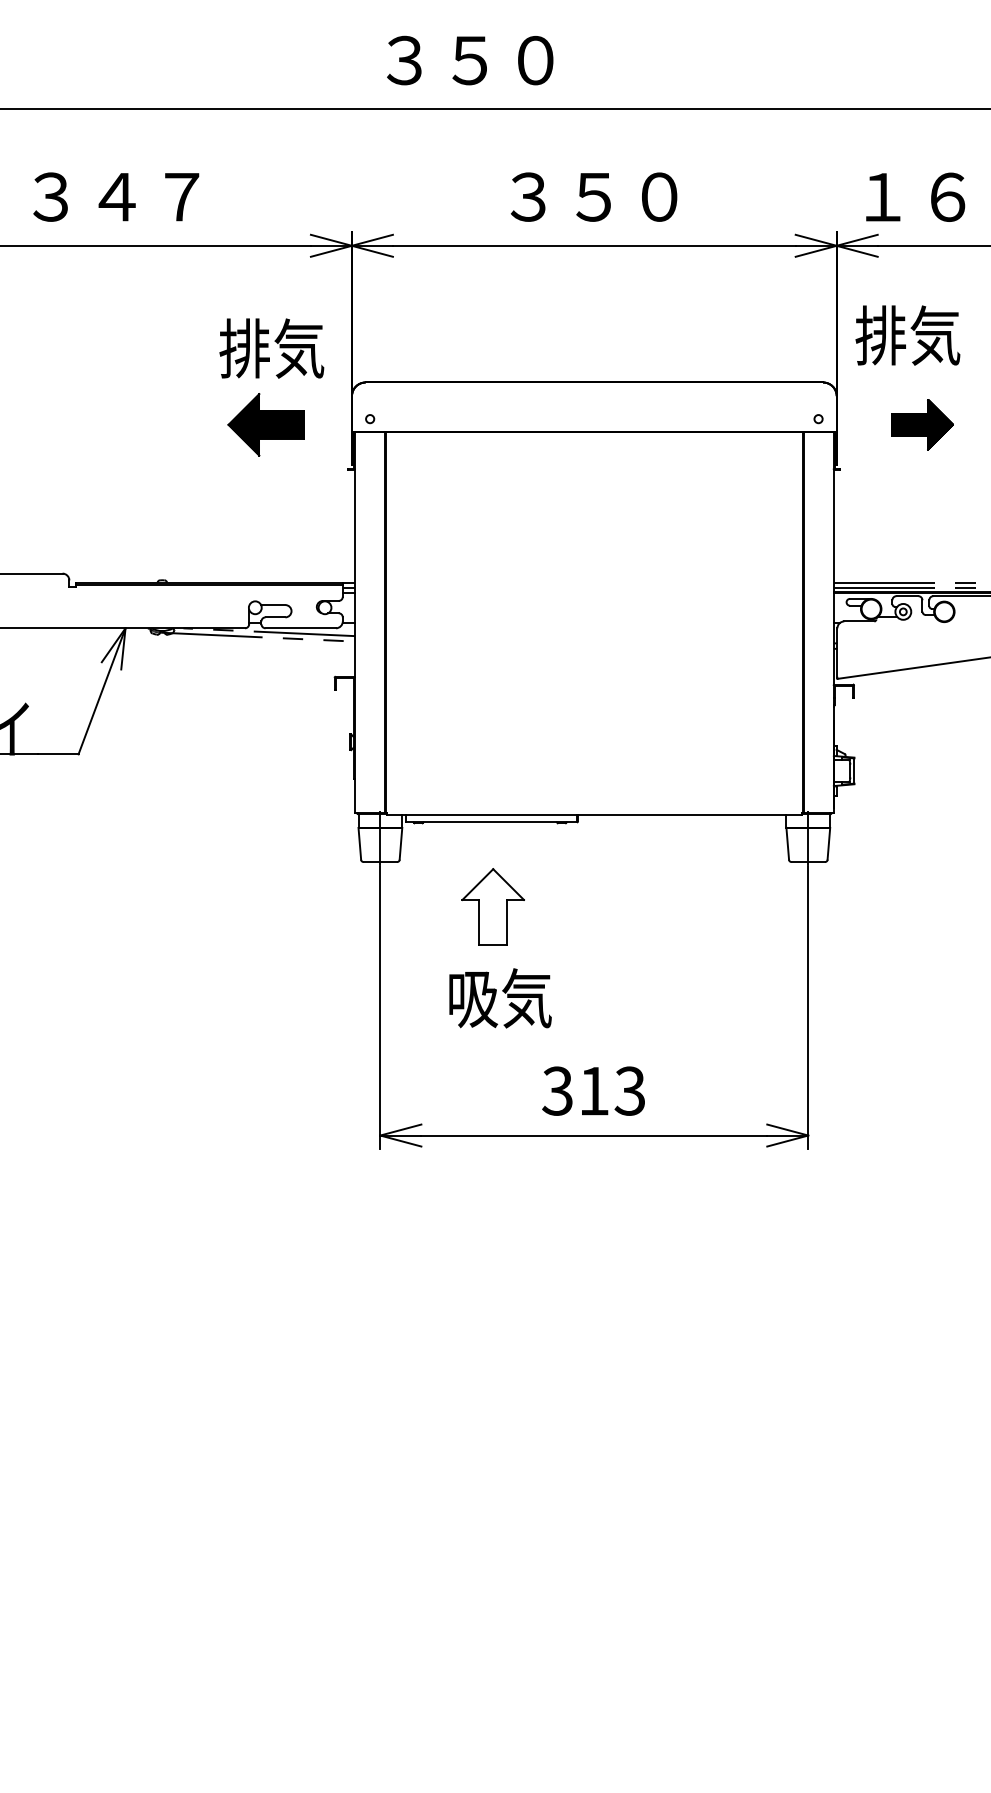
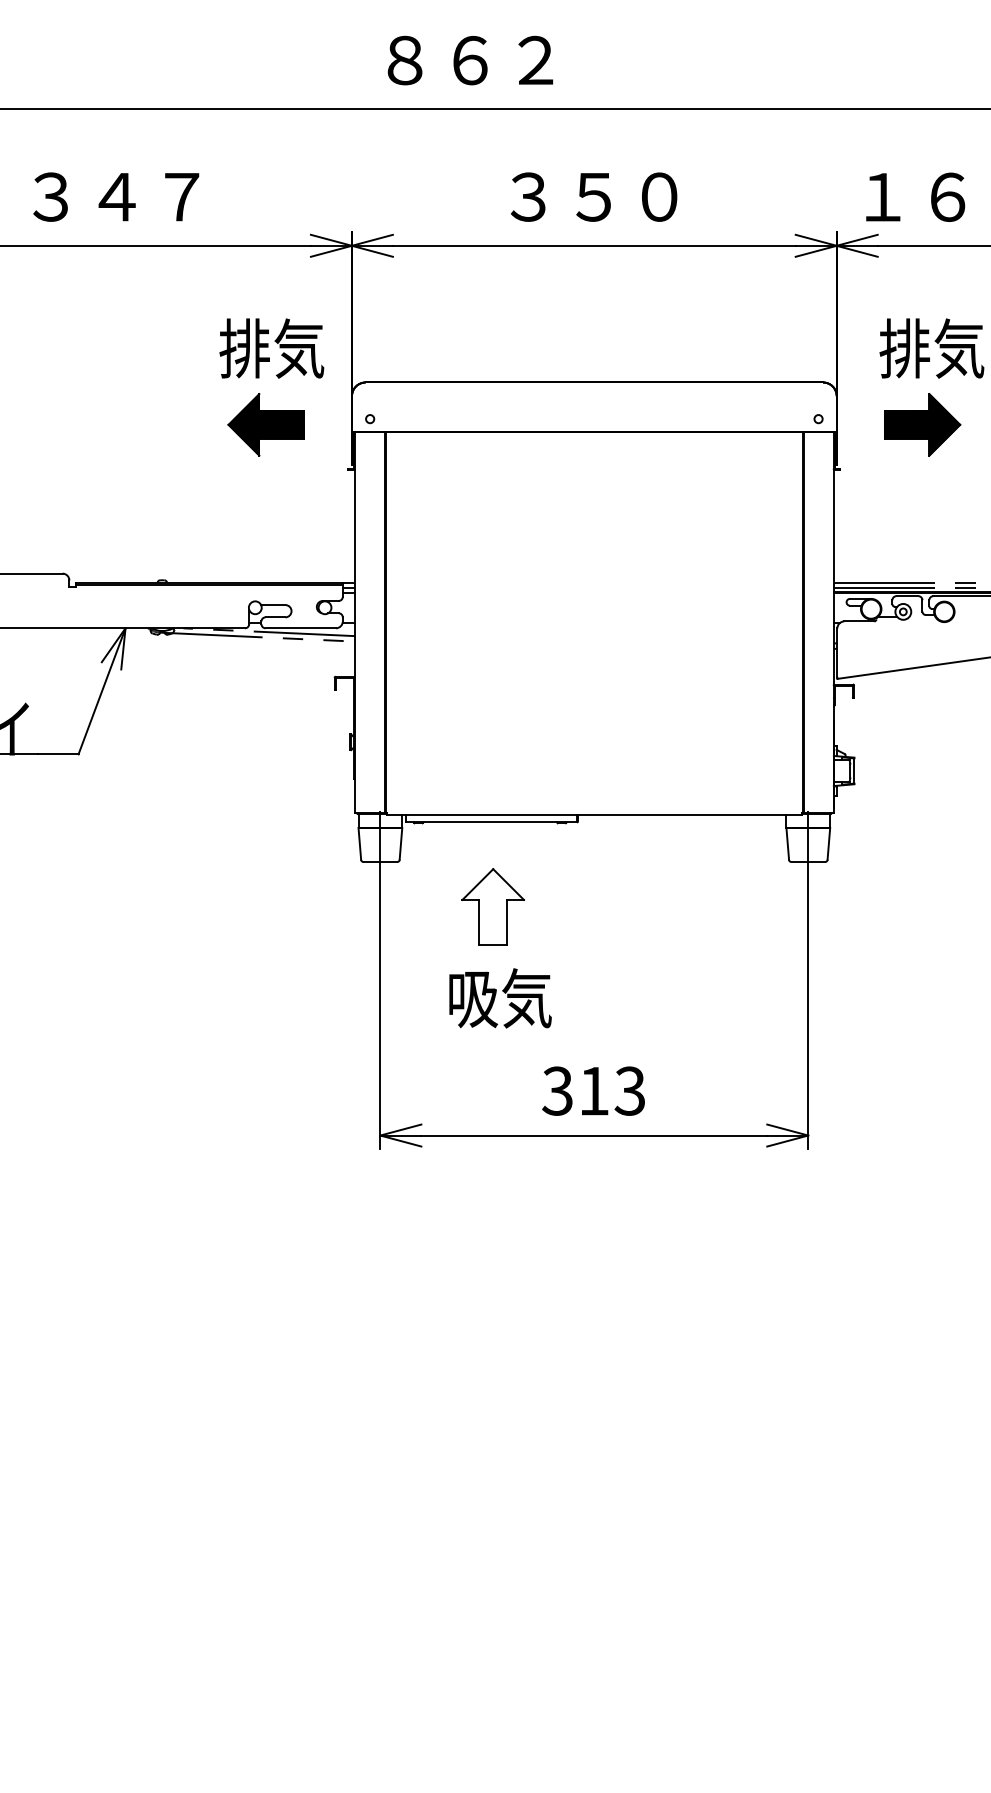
text at (470, 60): ３５０ -> ８６２
text at (907, 335) position: (907, 335) -> (931, 348)
part at (922, 424) size: 63x52 px -> 78x64 px
